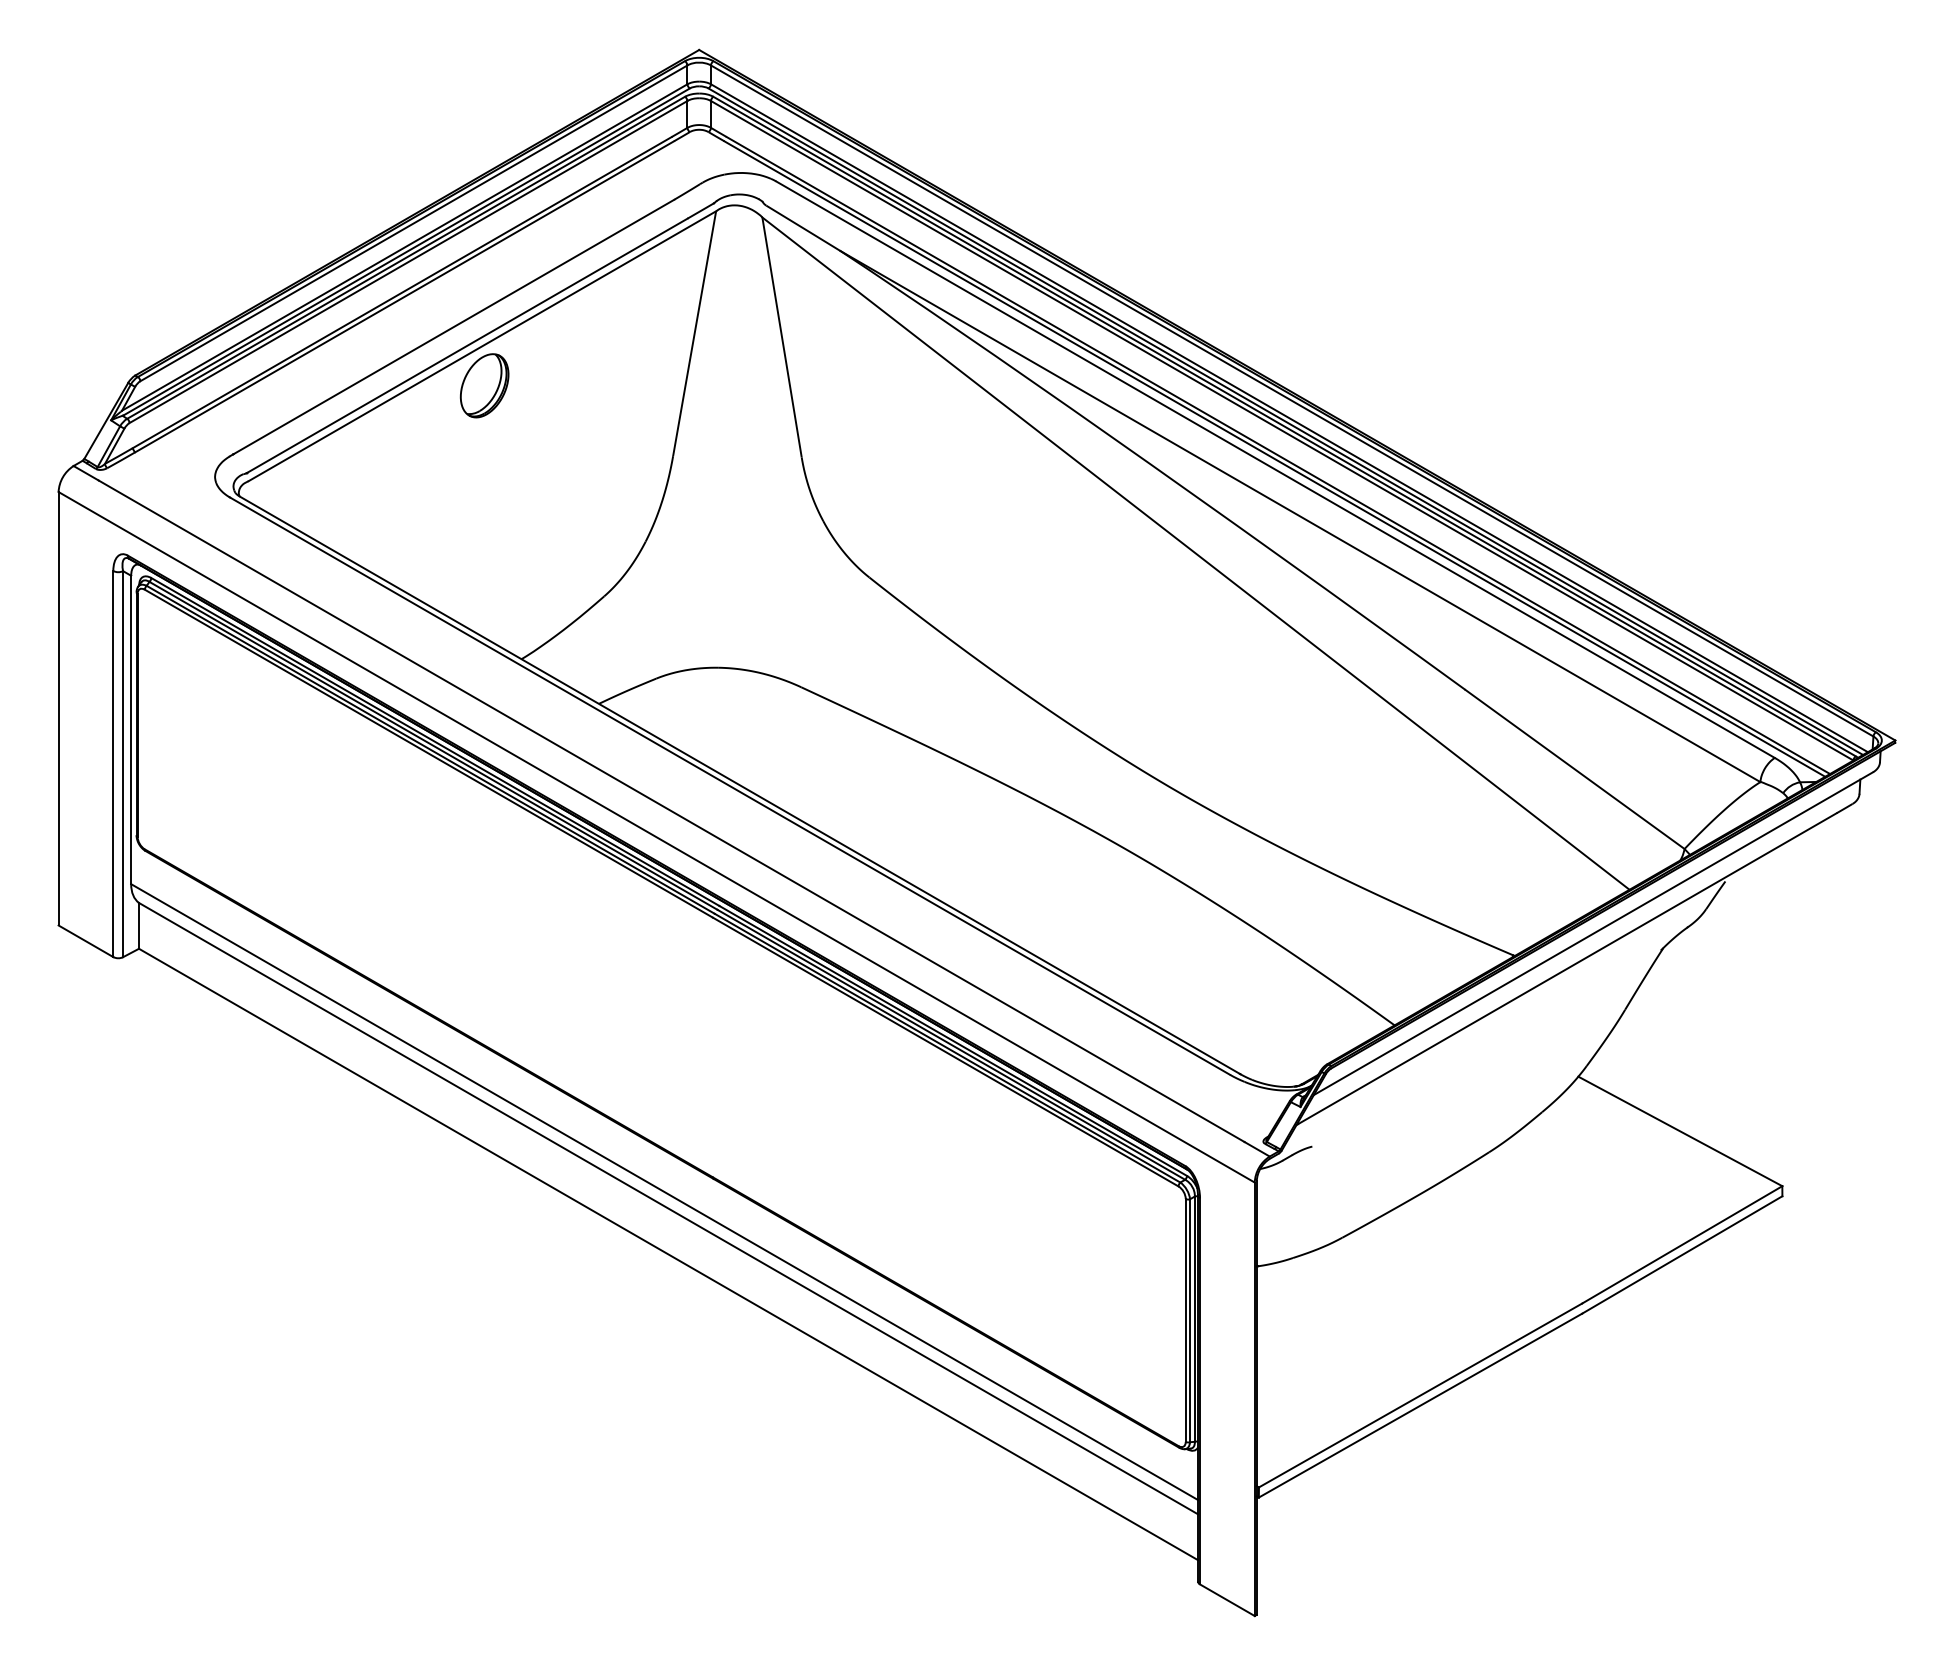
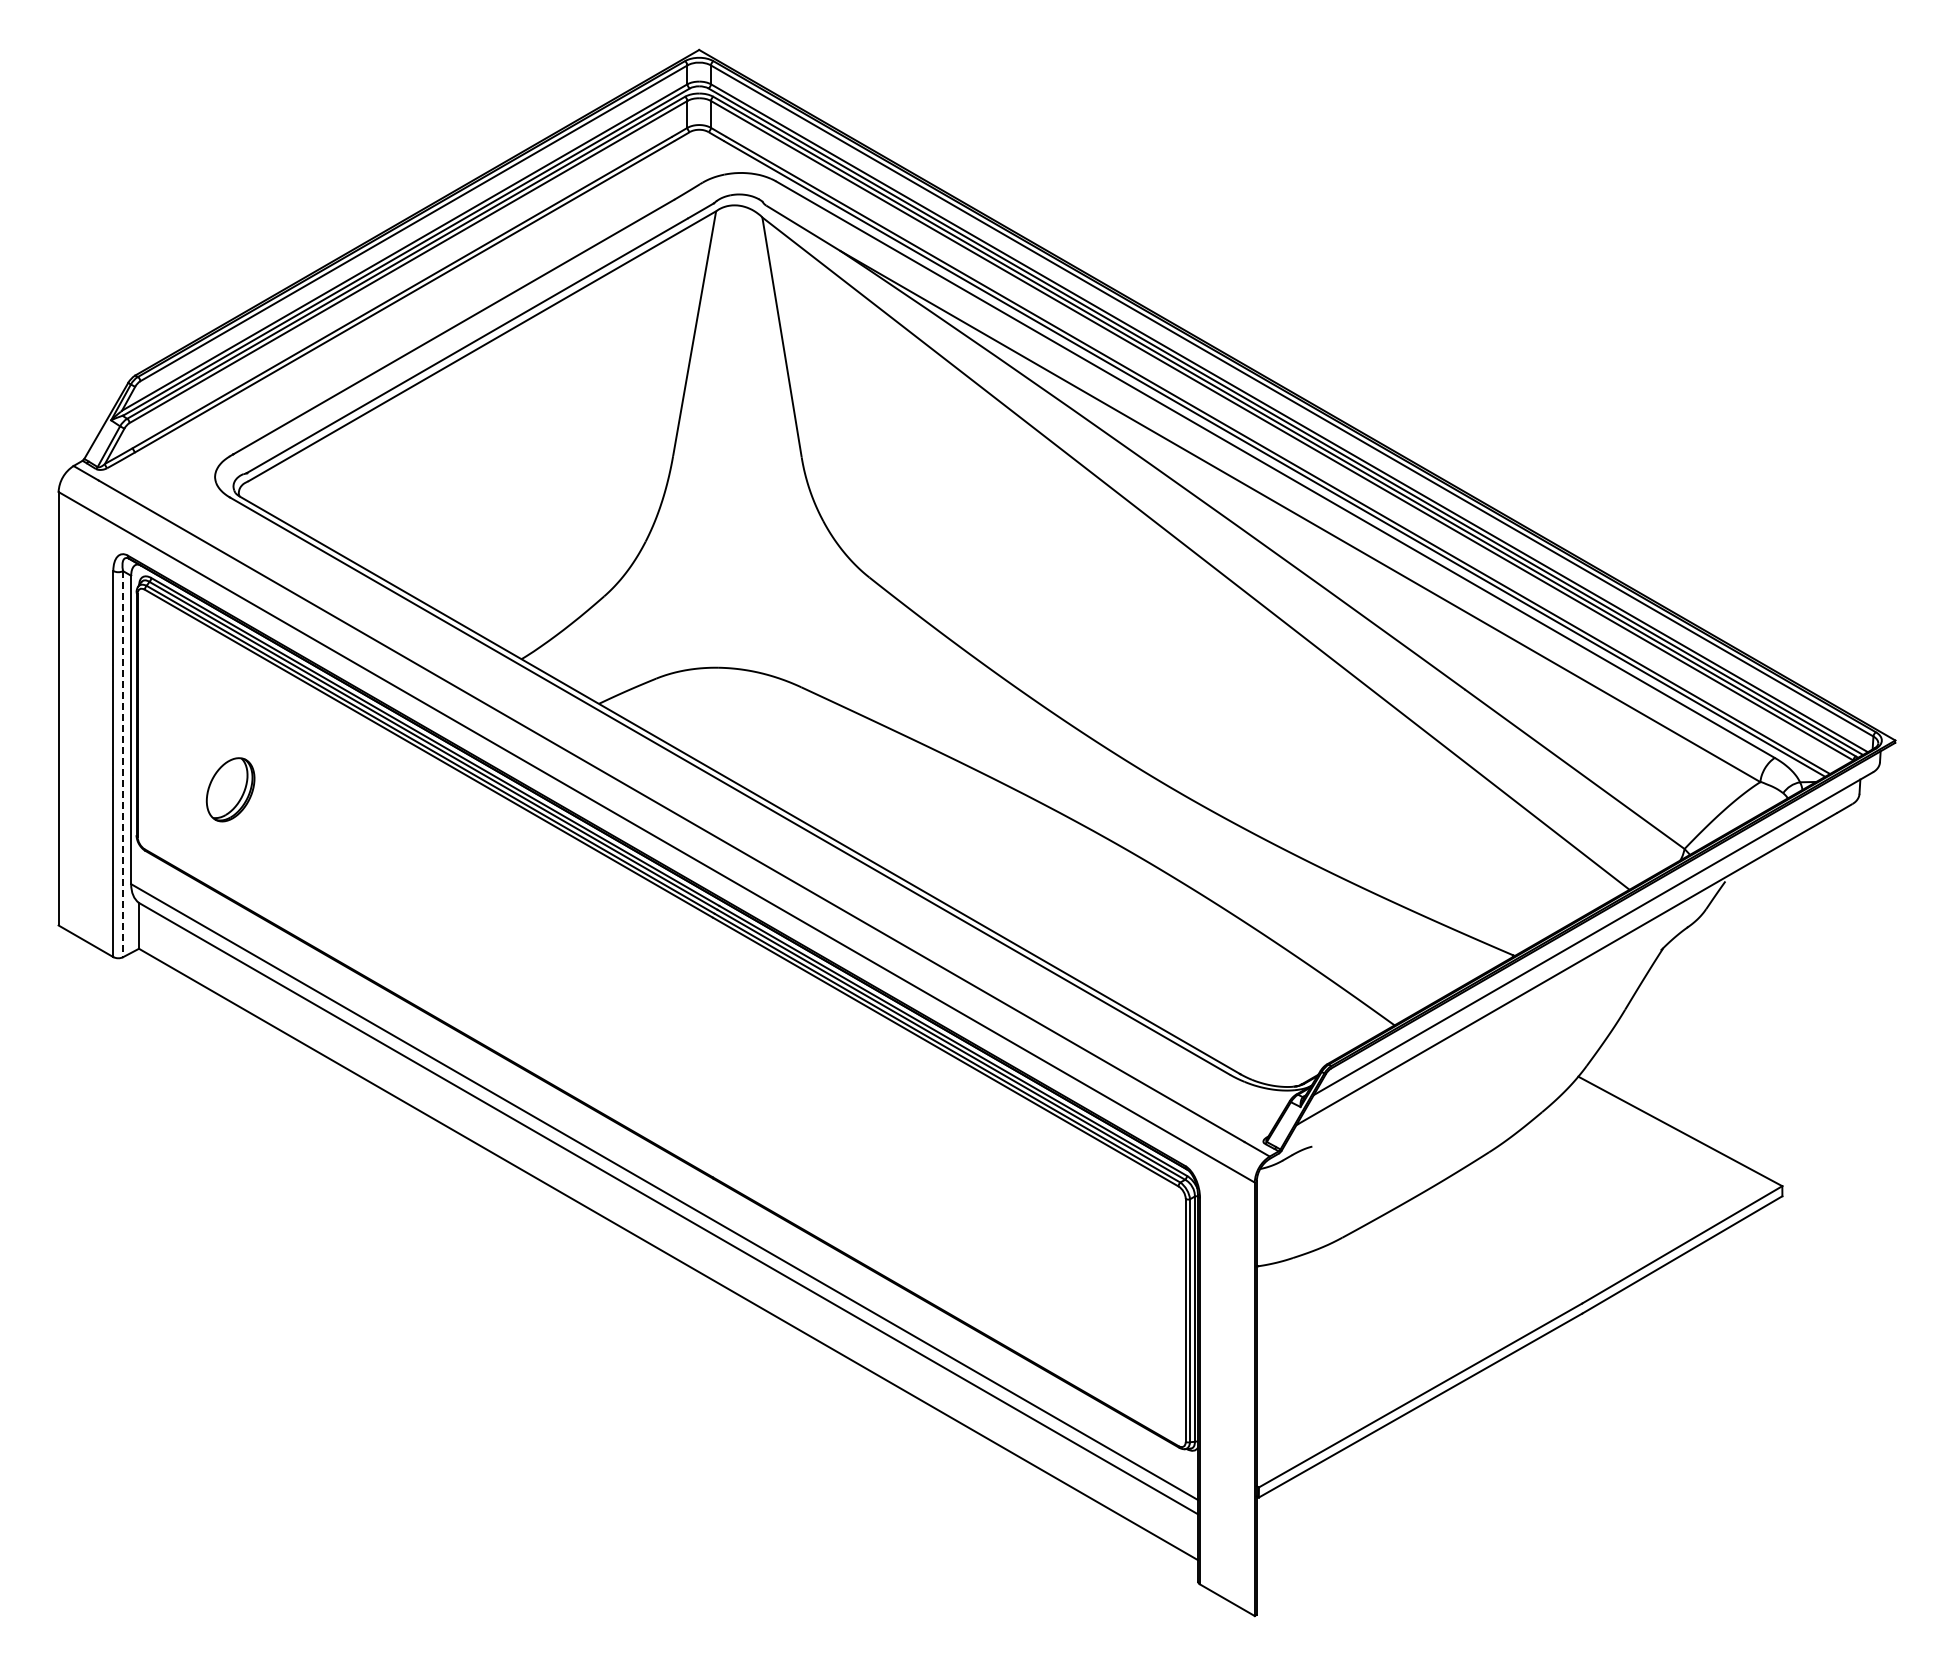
part at (484, 385) position: (484, 385) -> (230, 789)
line at (123, 764): solid -> dashed
